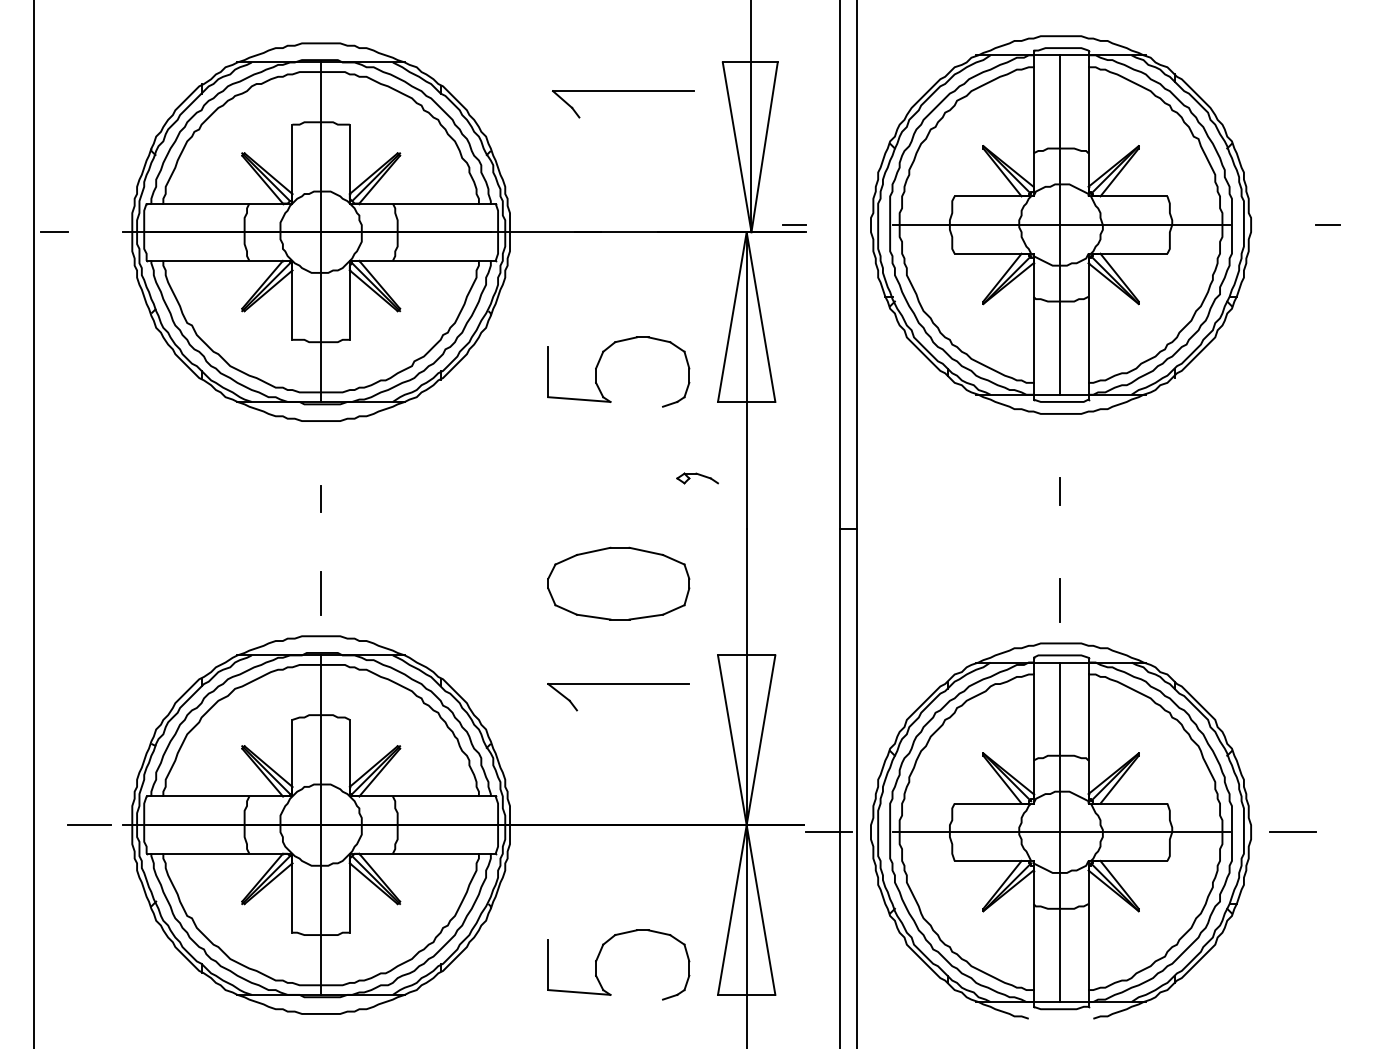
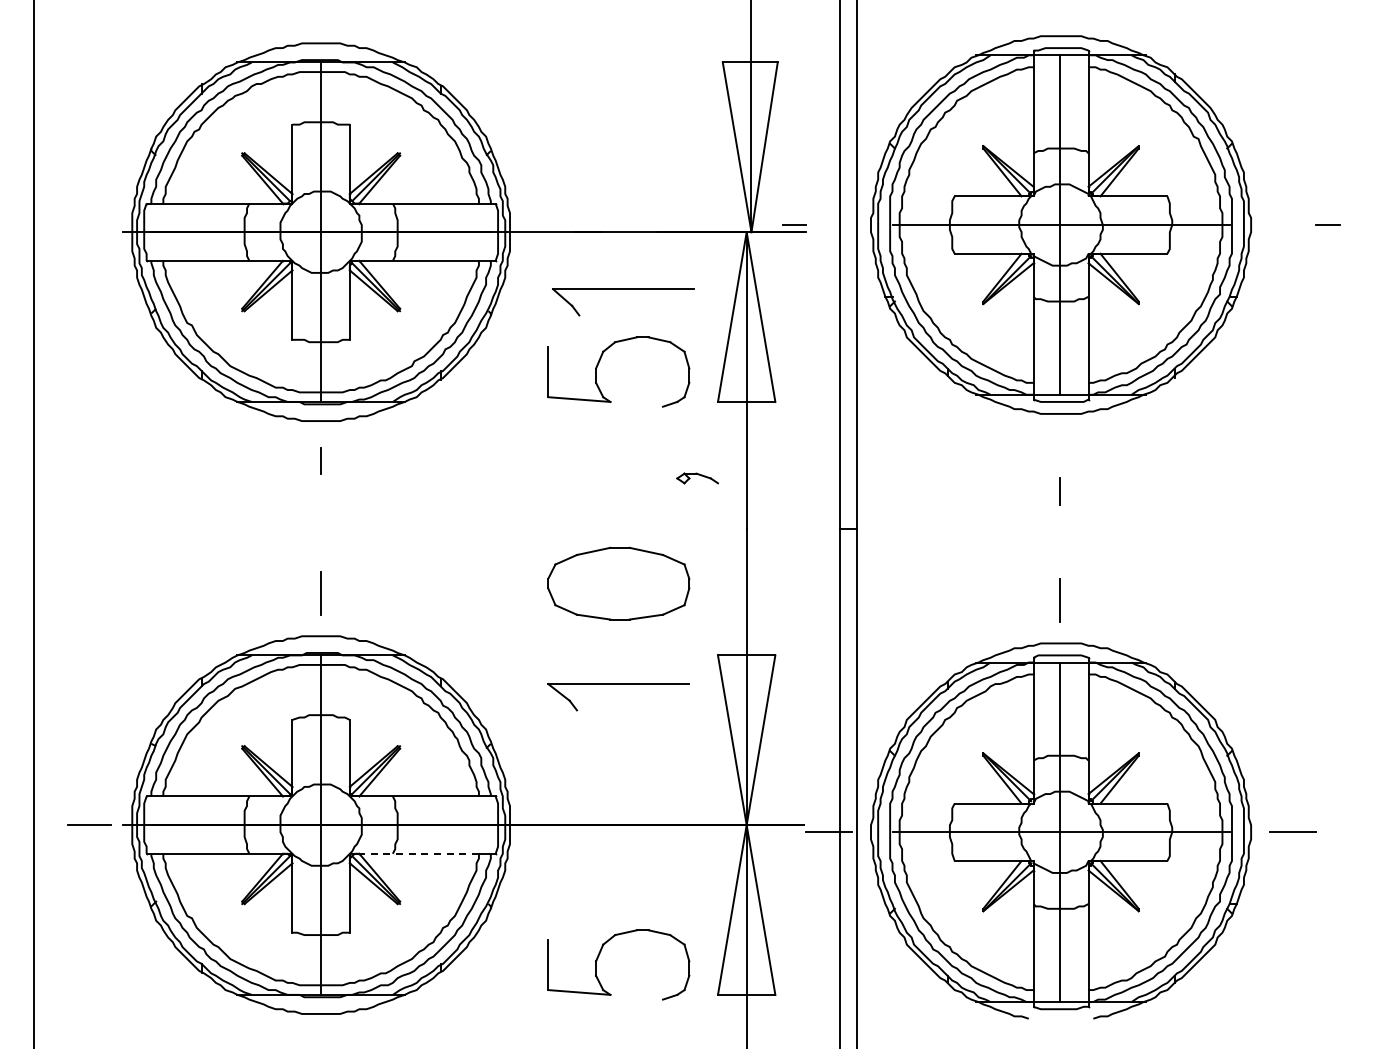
part at (623, 91) position: (623, 91) -> (623, 289)
line at (54, 232): present -> none
line at (320, 498) position: (320, 498) -> (320, 460)
line at (419, 853): solid -> dashed
